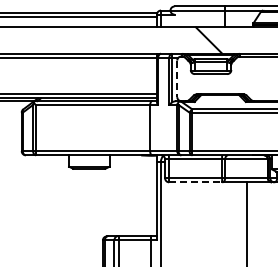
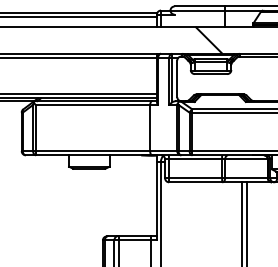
line at (177, 79): dashed -> solid
line at (195, 182): dashed -> solid
line at (241, 222): none -> present
